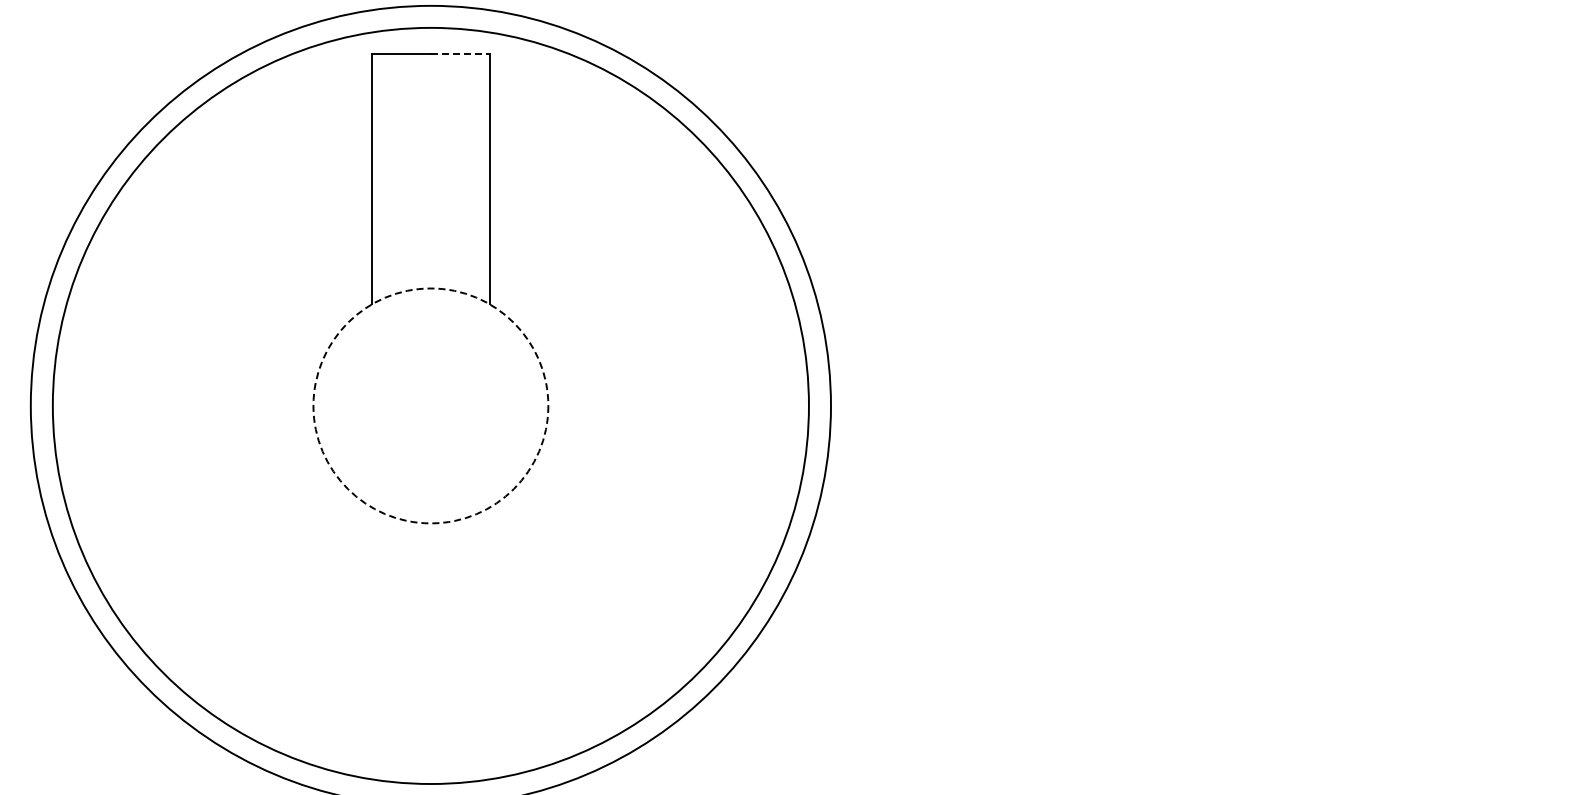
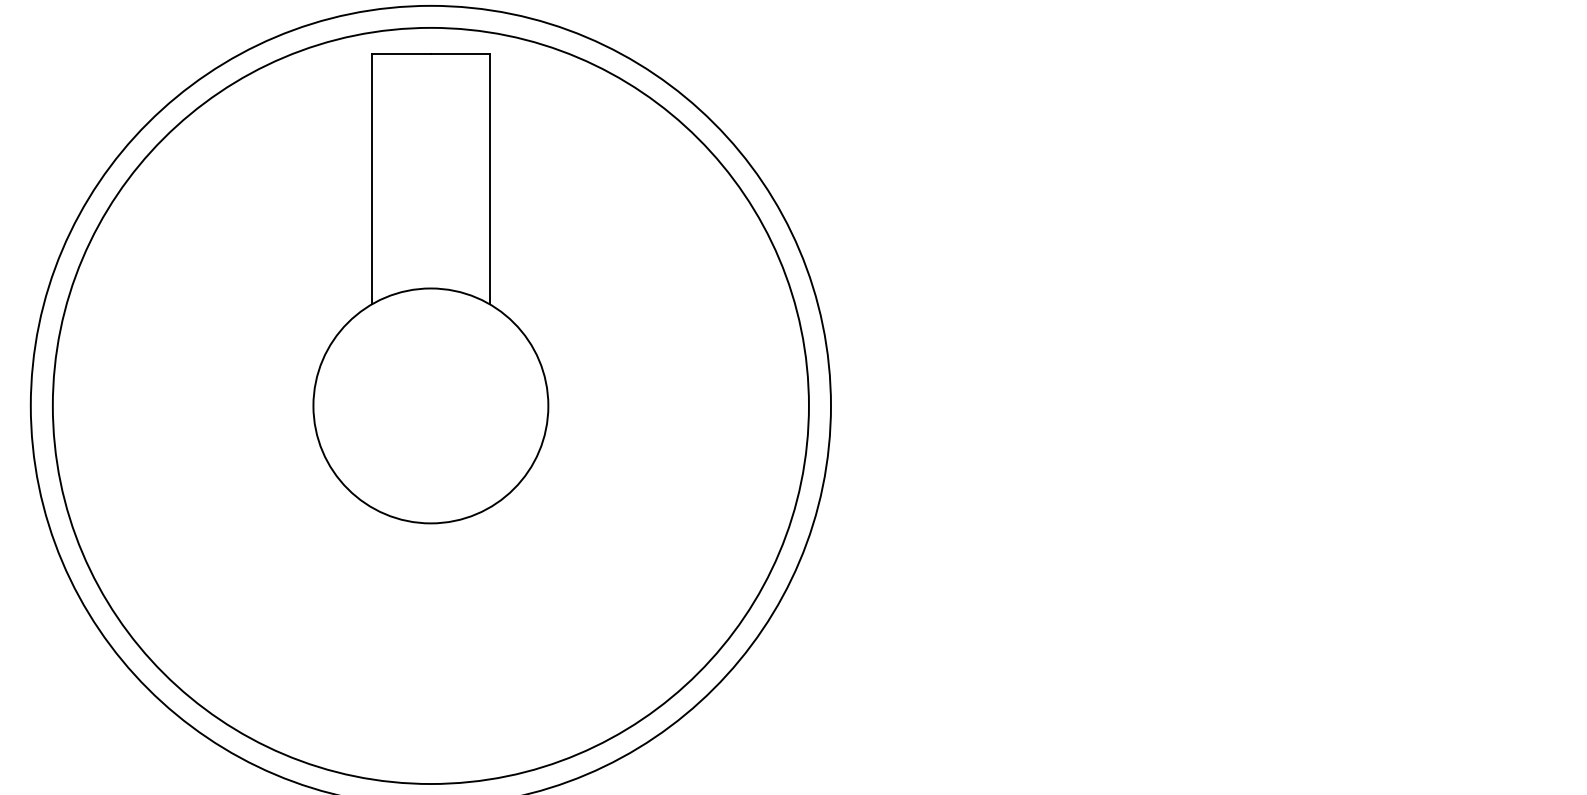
line at (460, 53): dashed -> solid
circle at (430, 405): dashed -> solid
